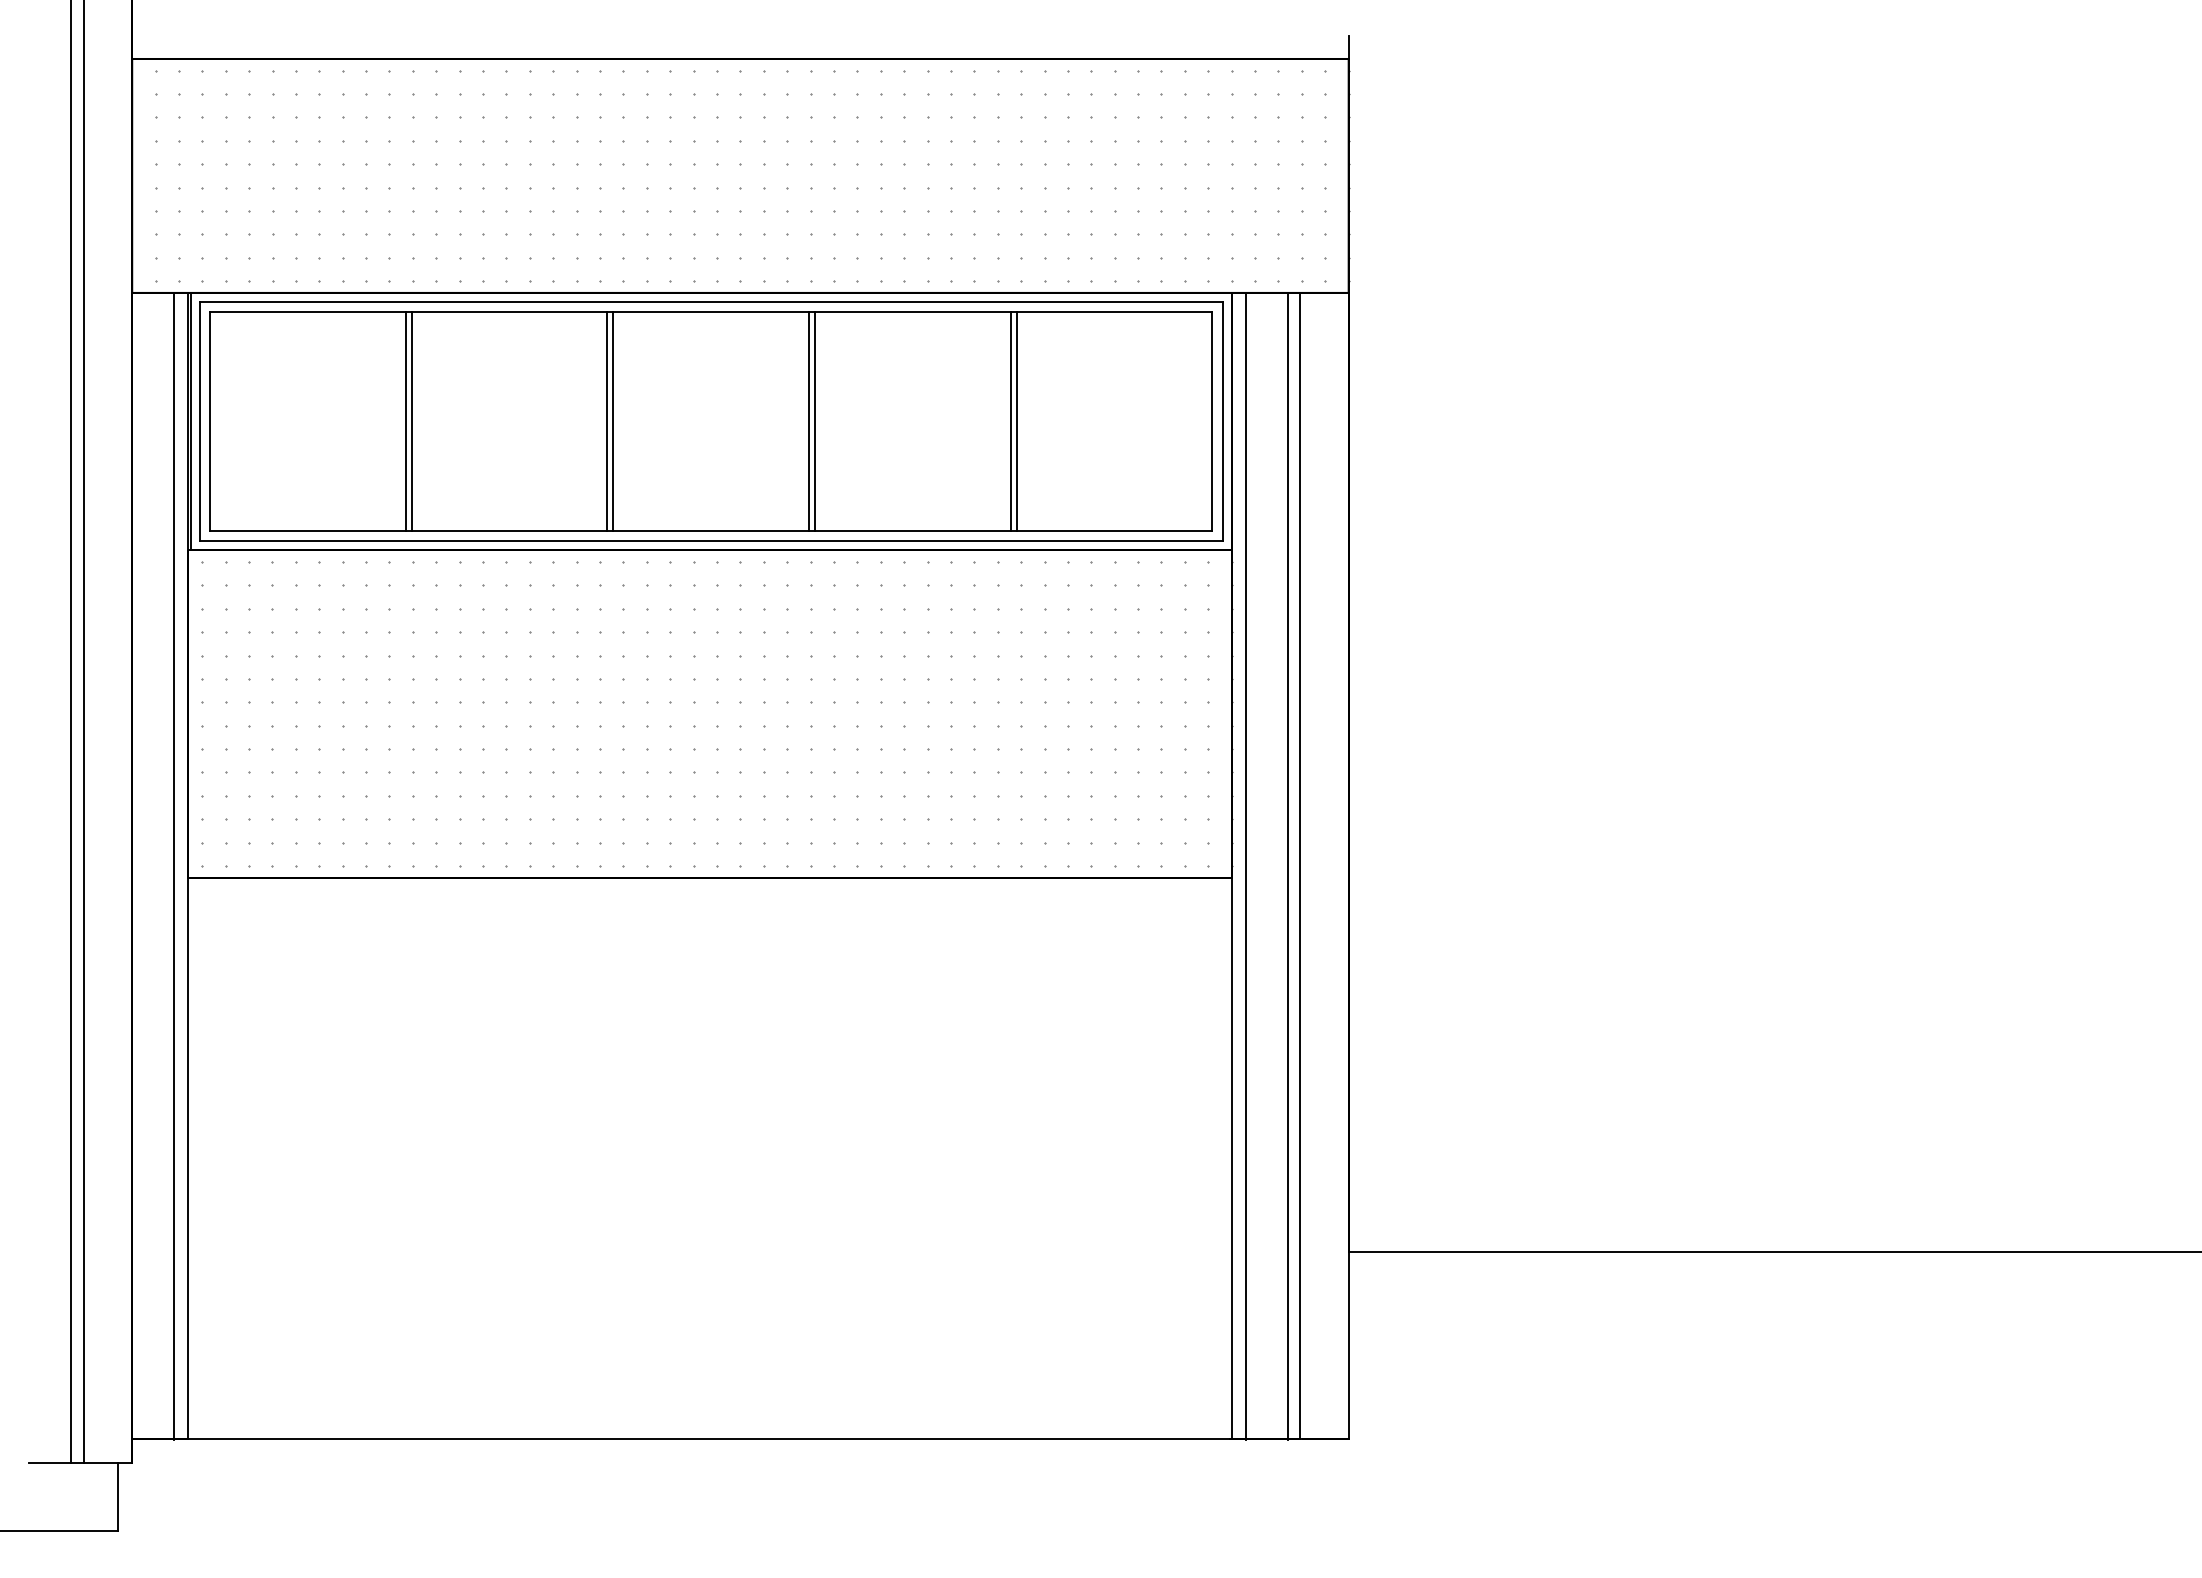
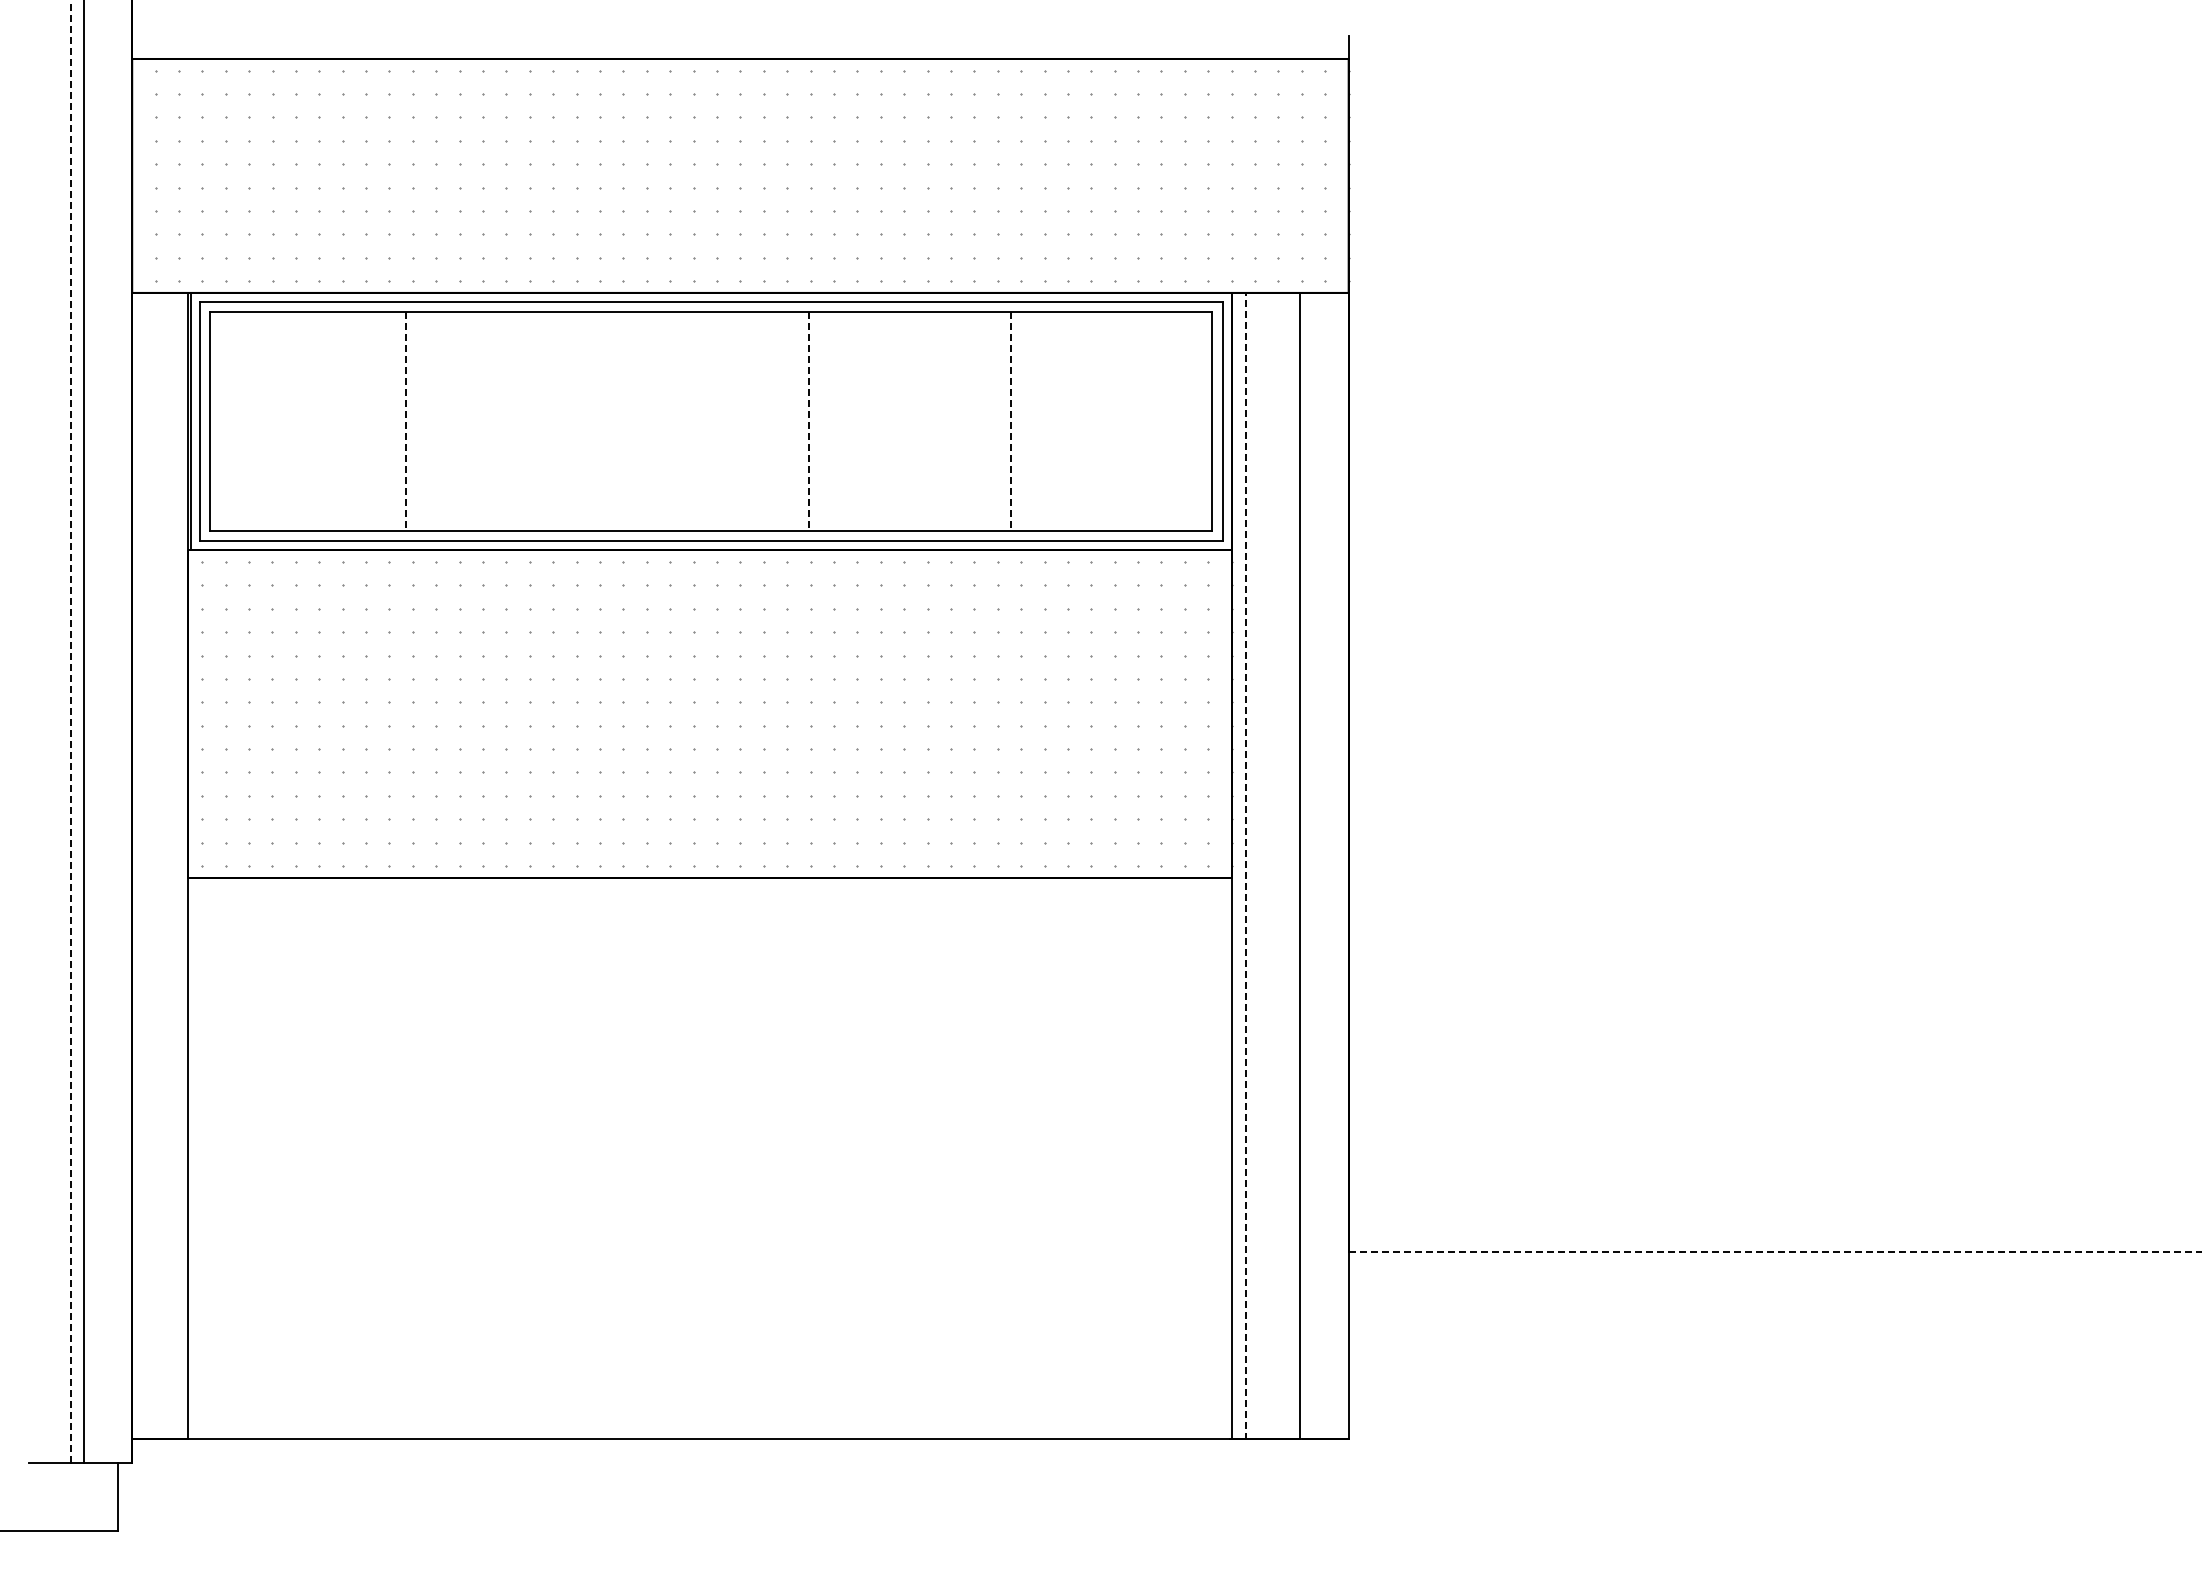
line at (411, 421): present -> none
line at (607, 421): present -> none
line at (613, 421): present -> none
line at (814, 421): present -> none
line at (1016, 421): present -> none
line at (405, 422): solid -> dashed
line at (809, 422): solid -> dashed
line at (1010, 422): solid -> dashed
line at (71, 730): solid -> dashed
line at (174, 865): present -> none
line at (1245, 865): solid -> dashed
line at (1288, 865): present -> none
line at (1775, 1252): solid -> dashed
